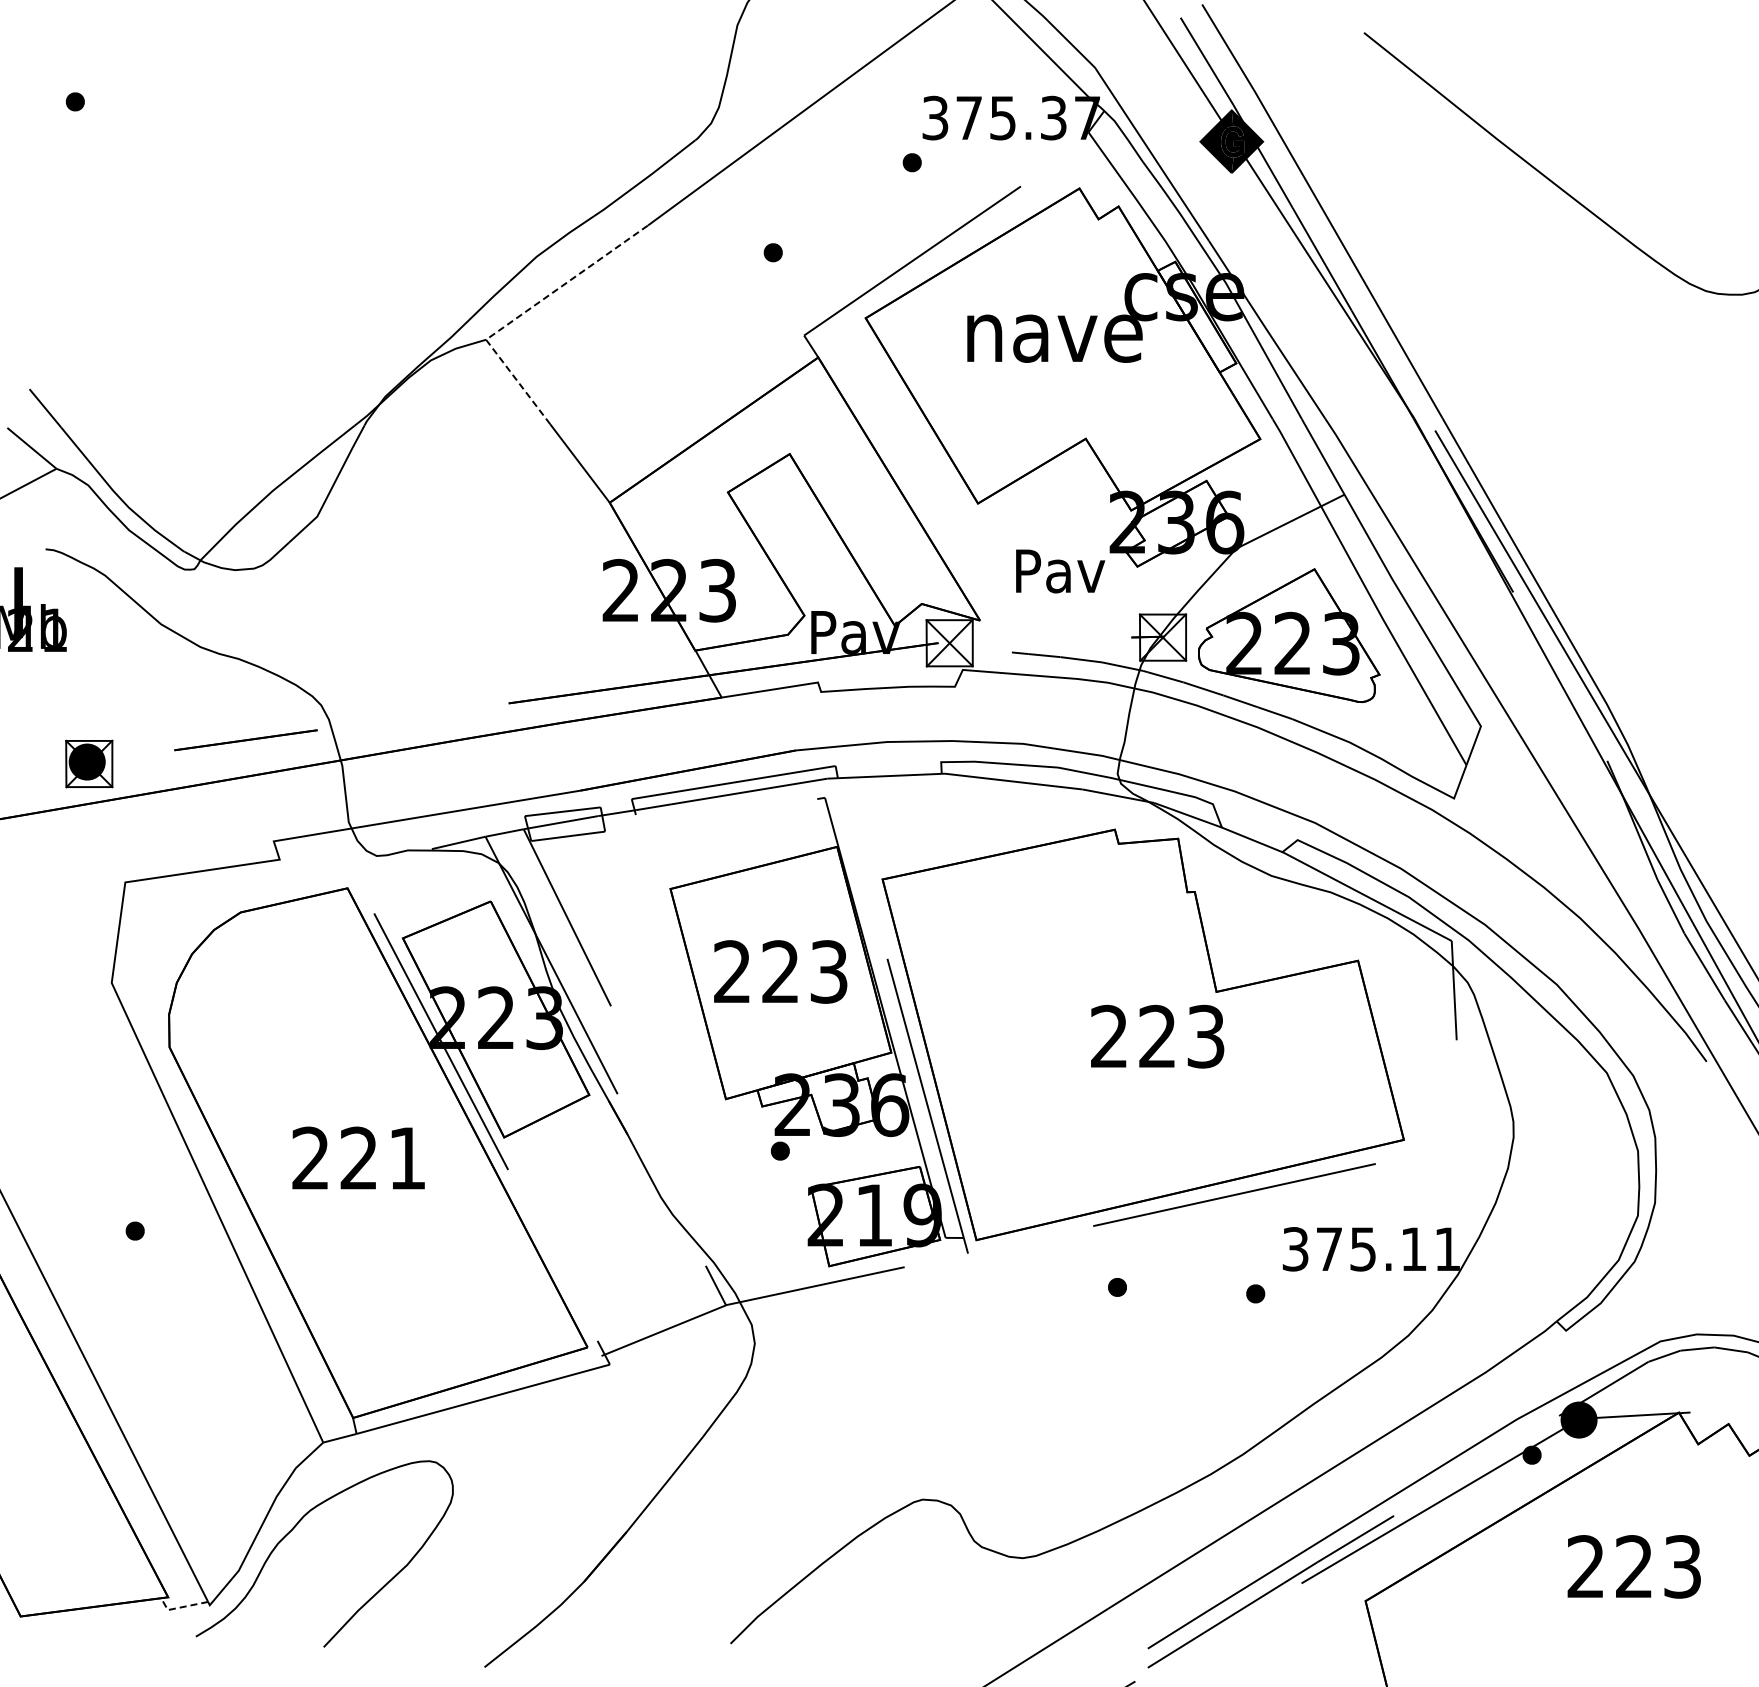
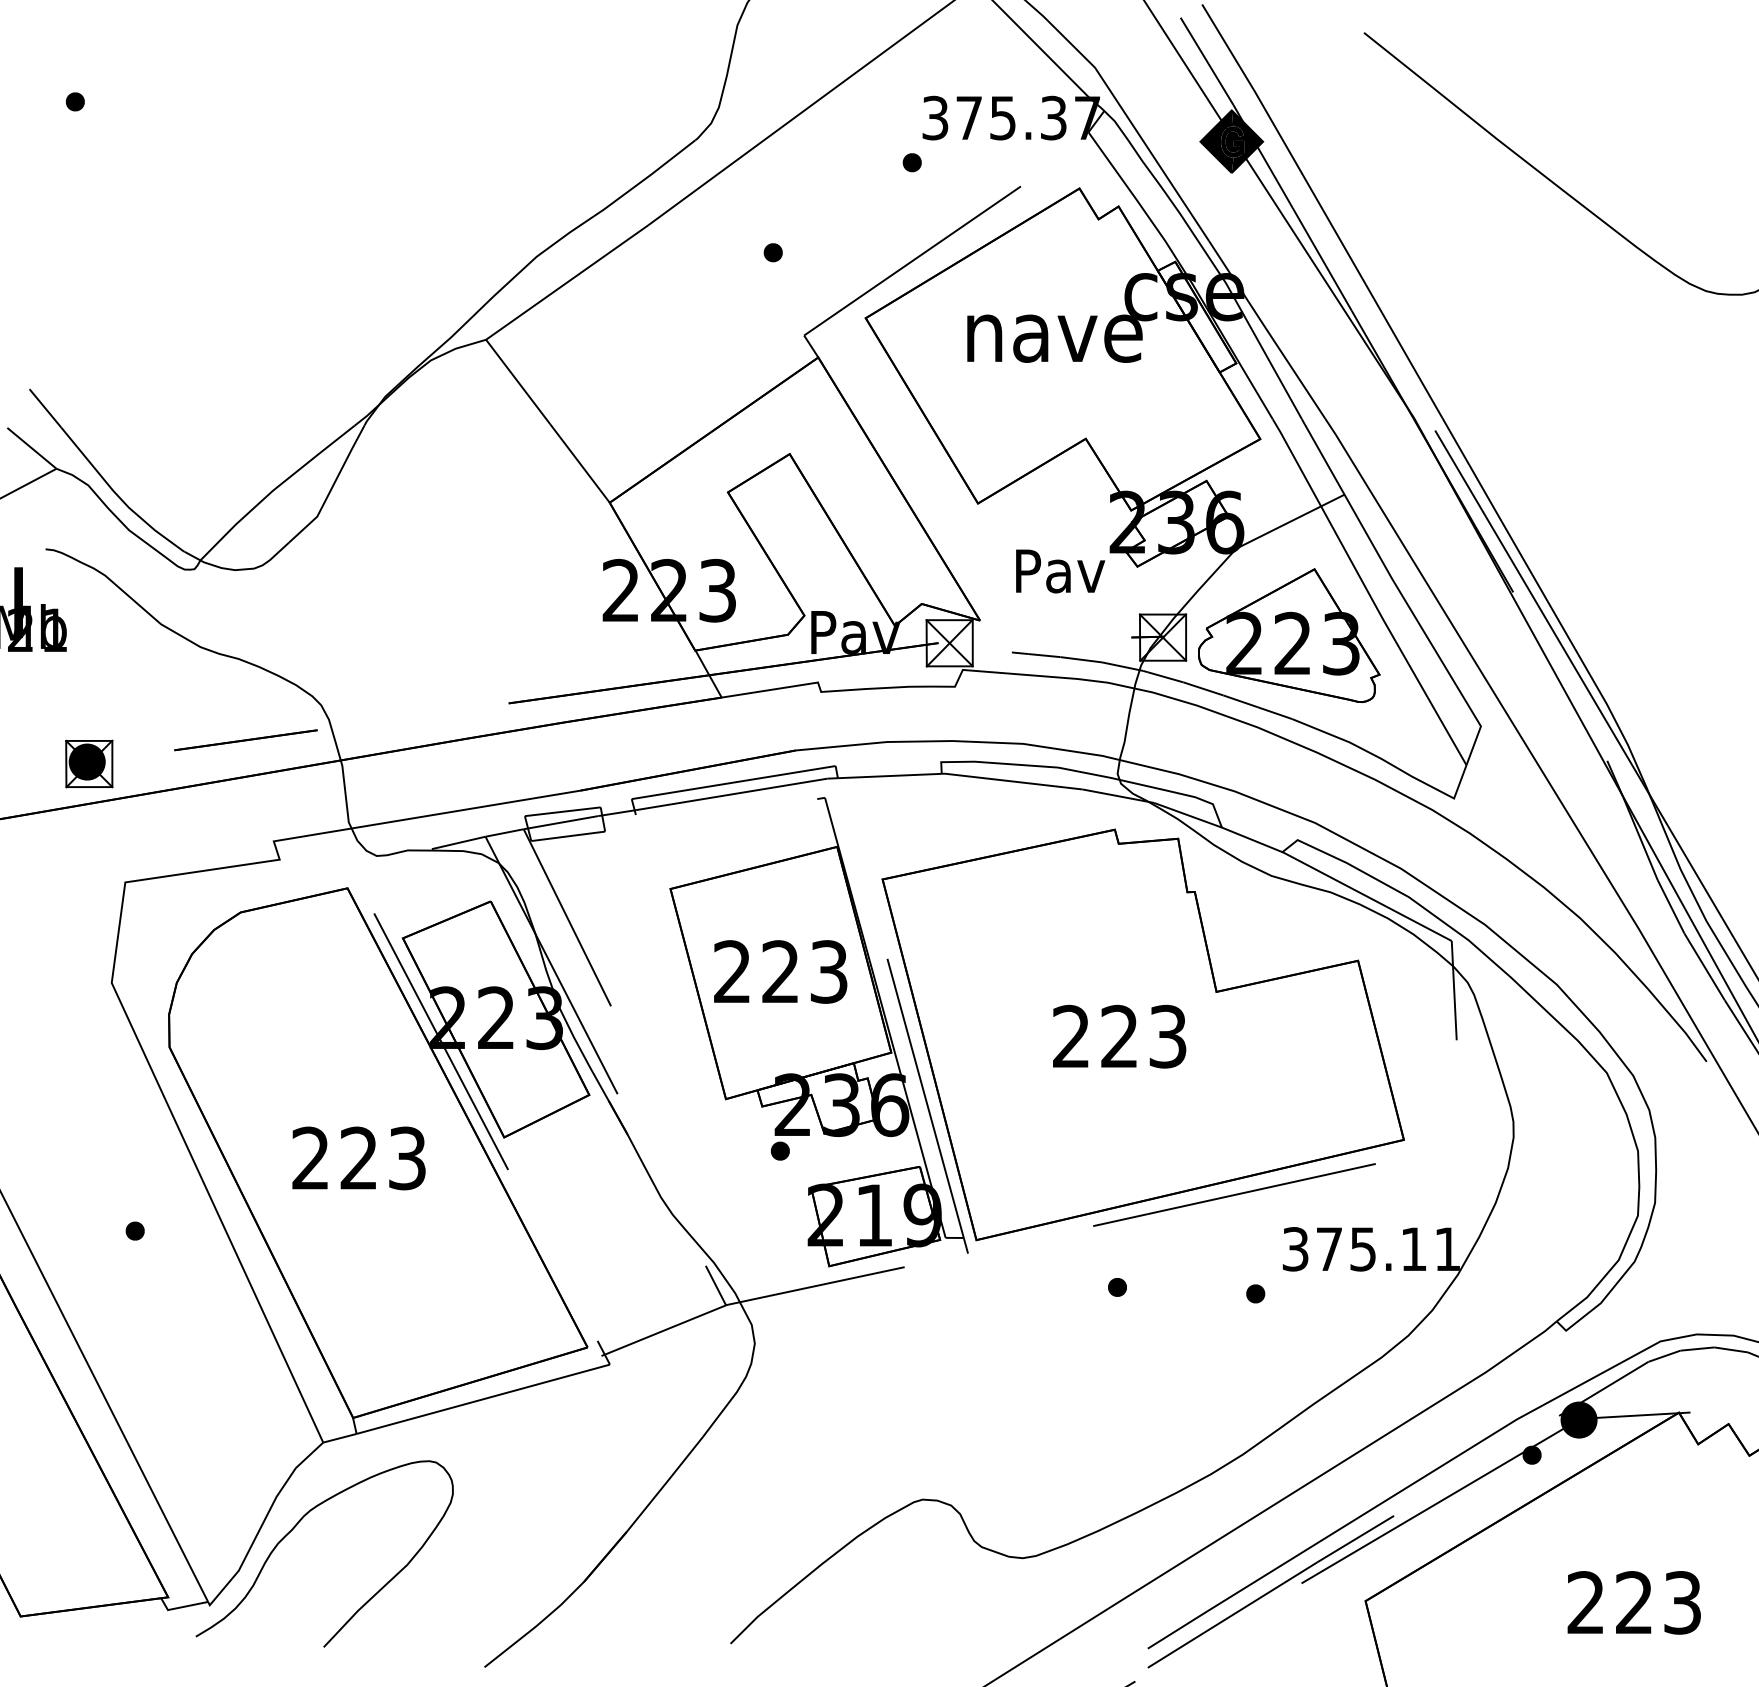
line at (523, 313): dashed -> solid
text at (1157, 1036) position: (1157, 1036) -> (1119, 1036)
text at (407, 1158): 221 -> 223
text at (1633, 1566) position: (1633, 1566) -> (1633, 1602)
line at (180, 1607): dashed -> solid
